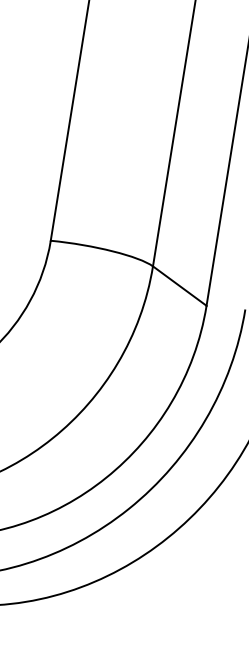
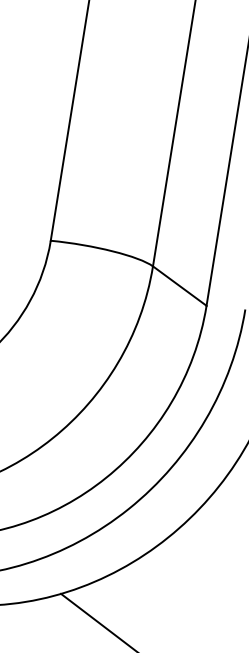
line at (97, 621): none -> present
